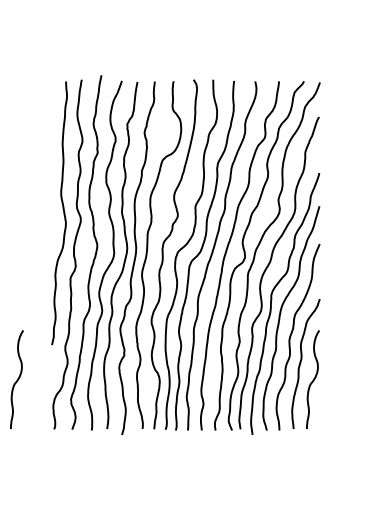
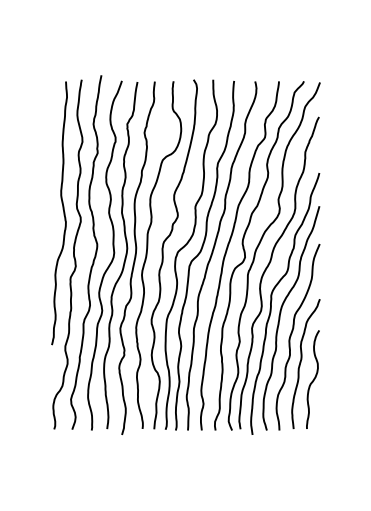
curve at (17, 379): present -> none
